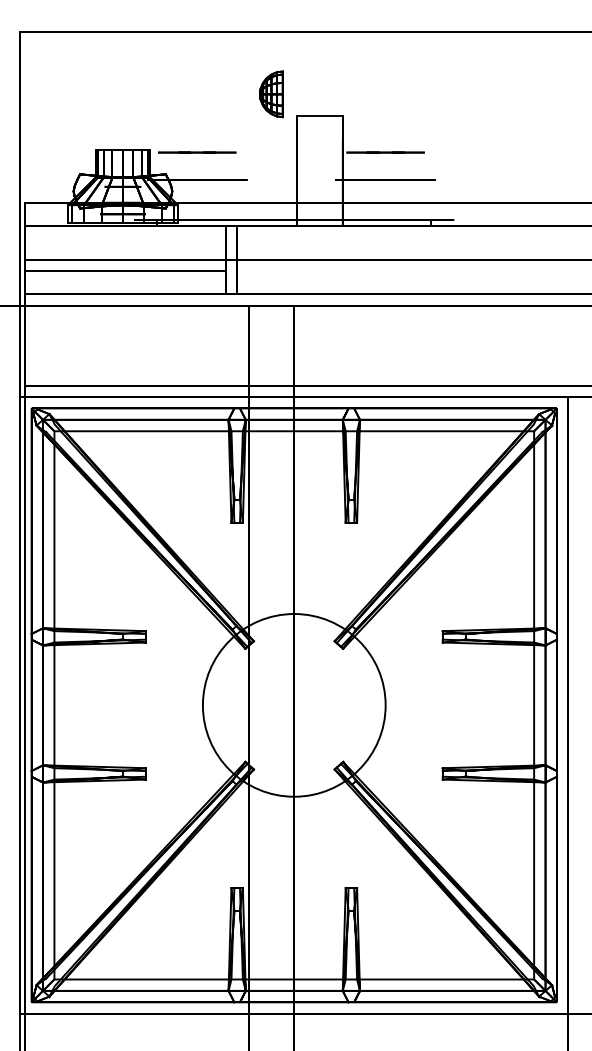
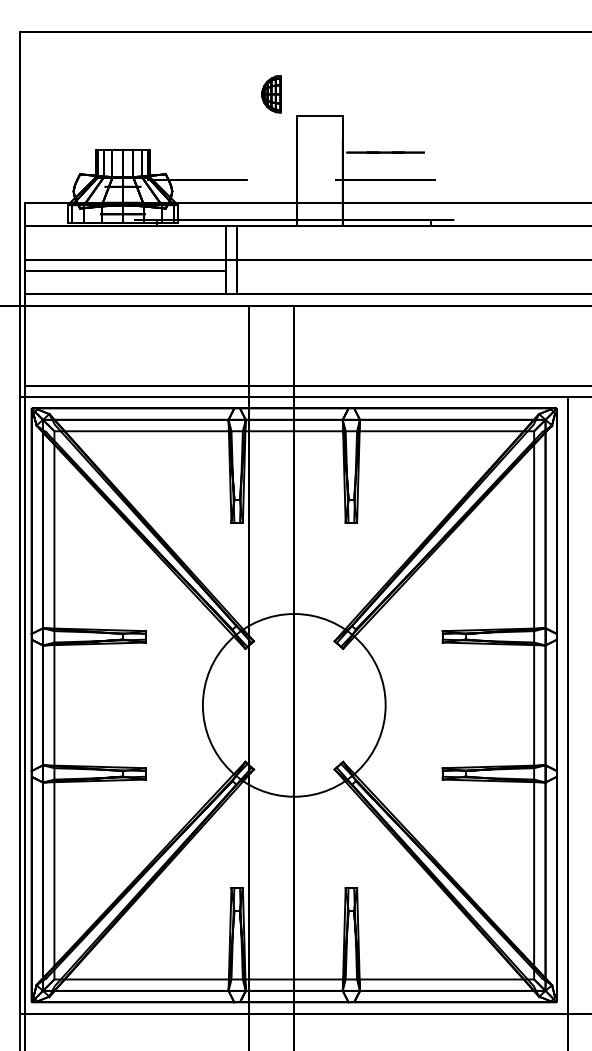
part at (271, 94) size: 25x49 px -> 21x39 px
line at (197, 152): present -> none
